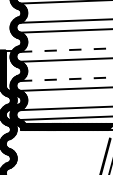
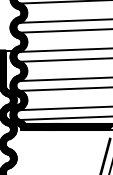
line at (66, 50): dashed -> solid
line at (66, 79): dashed -> solid
